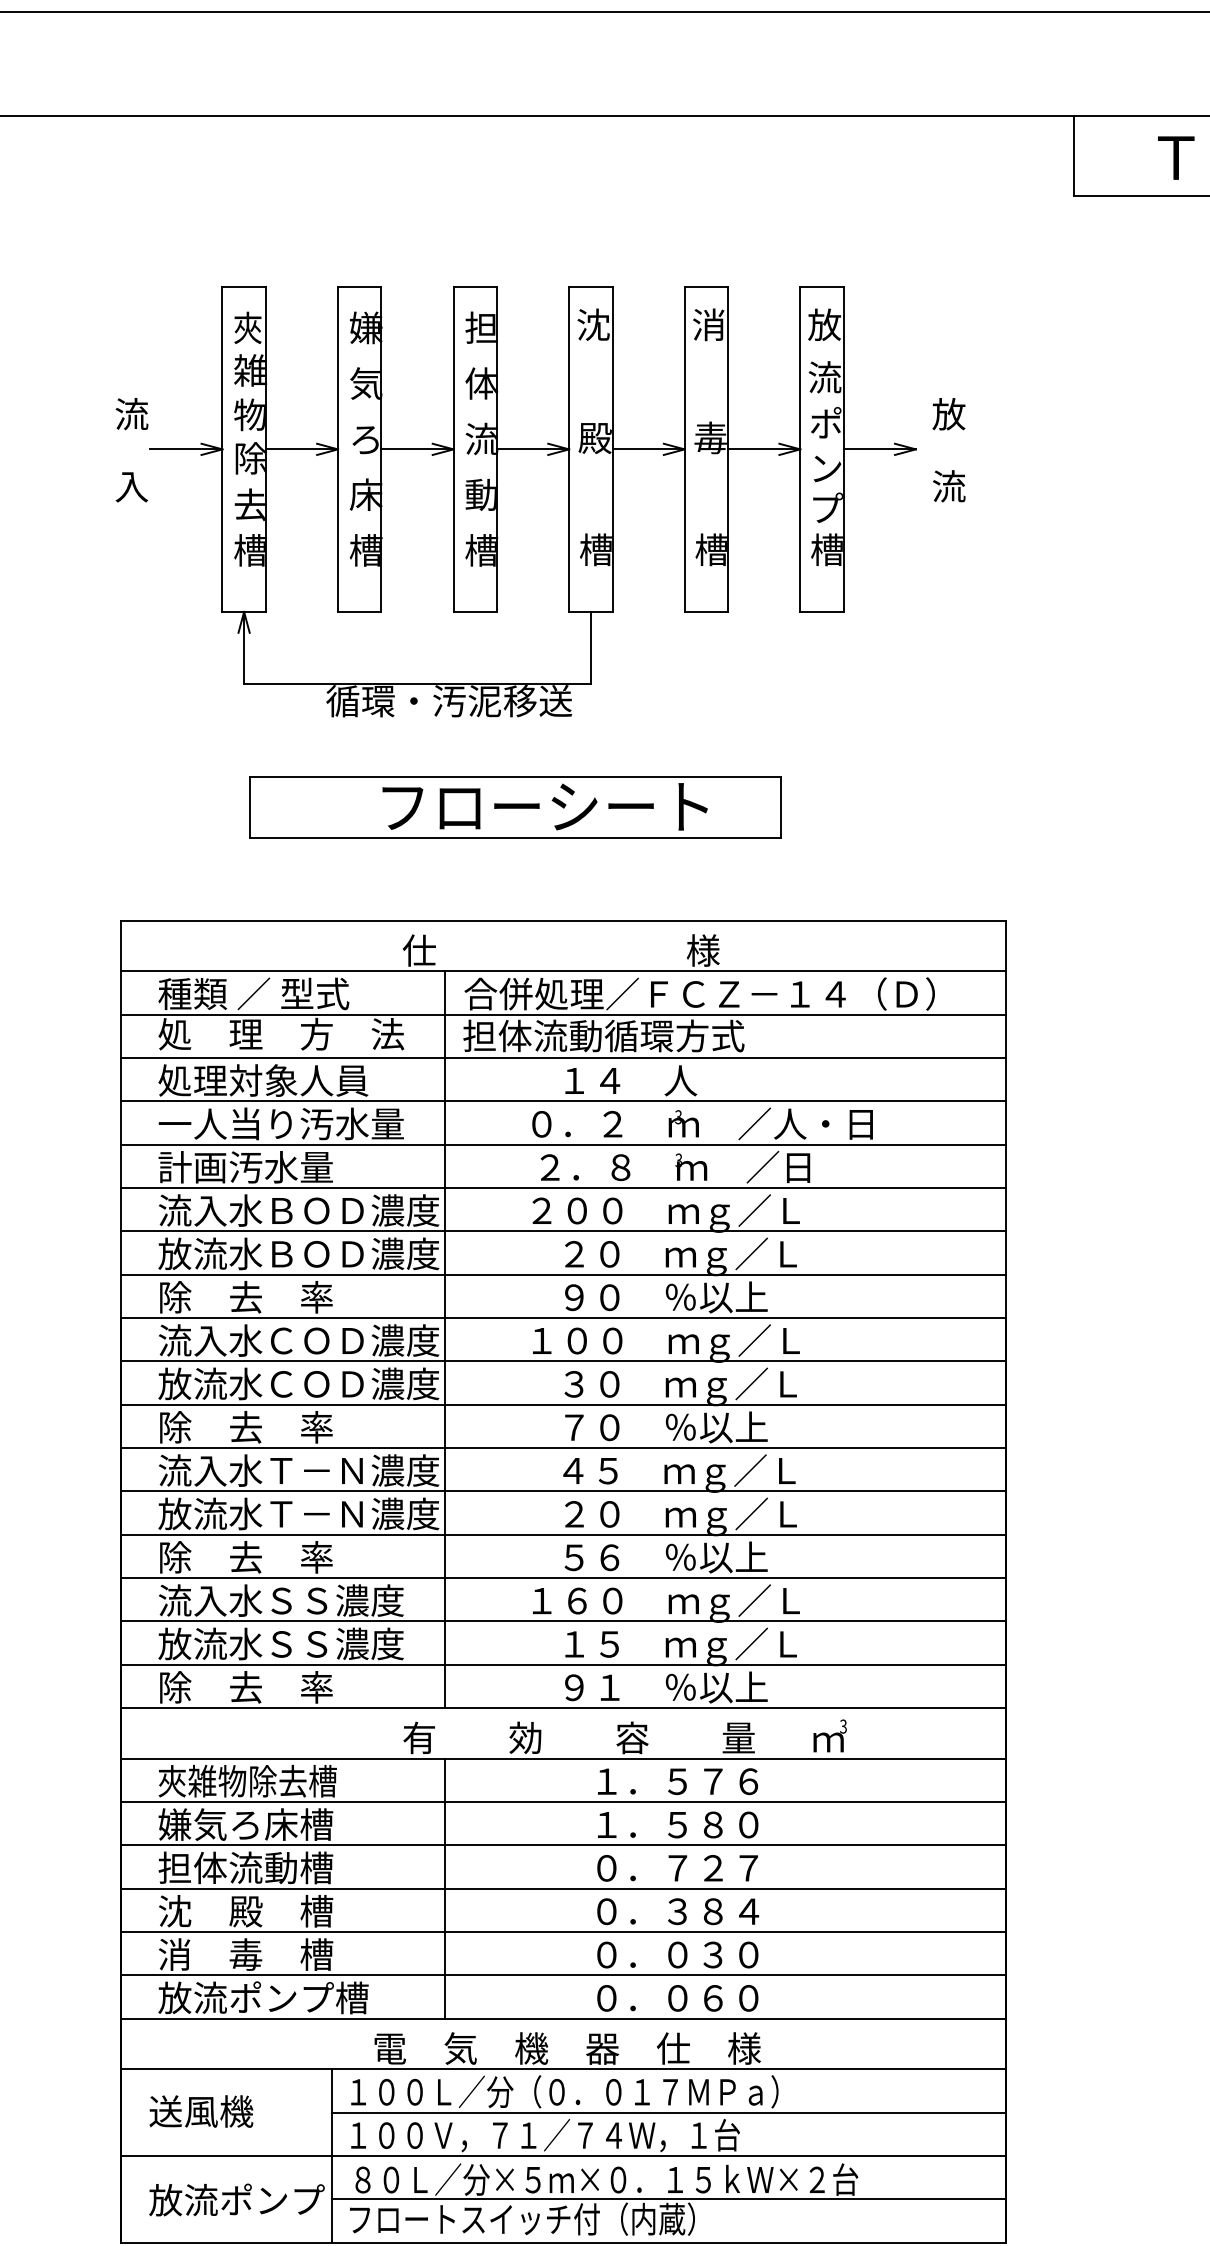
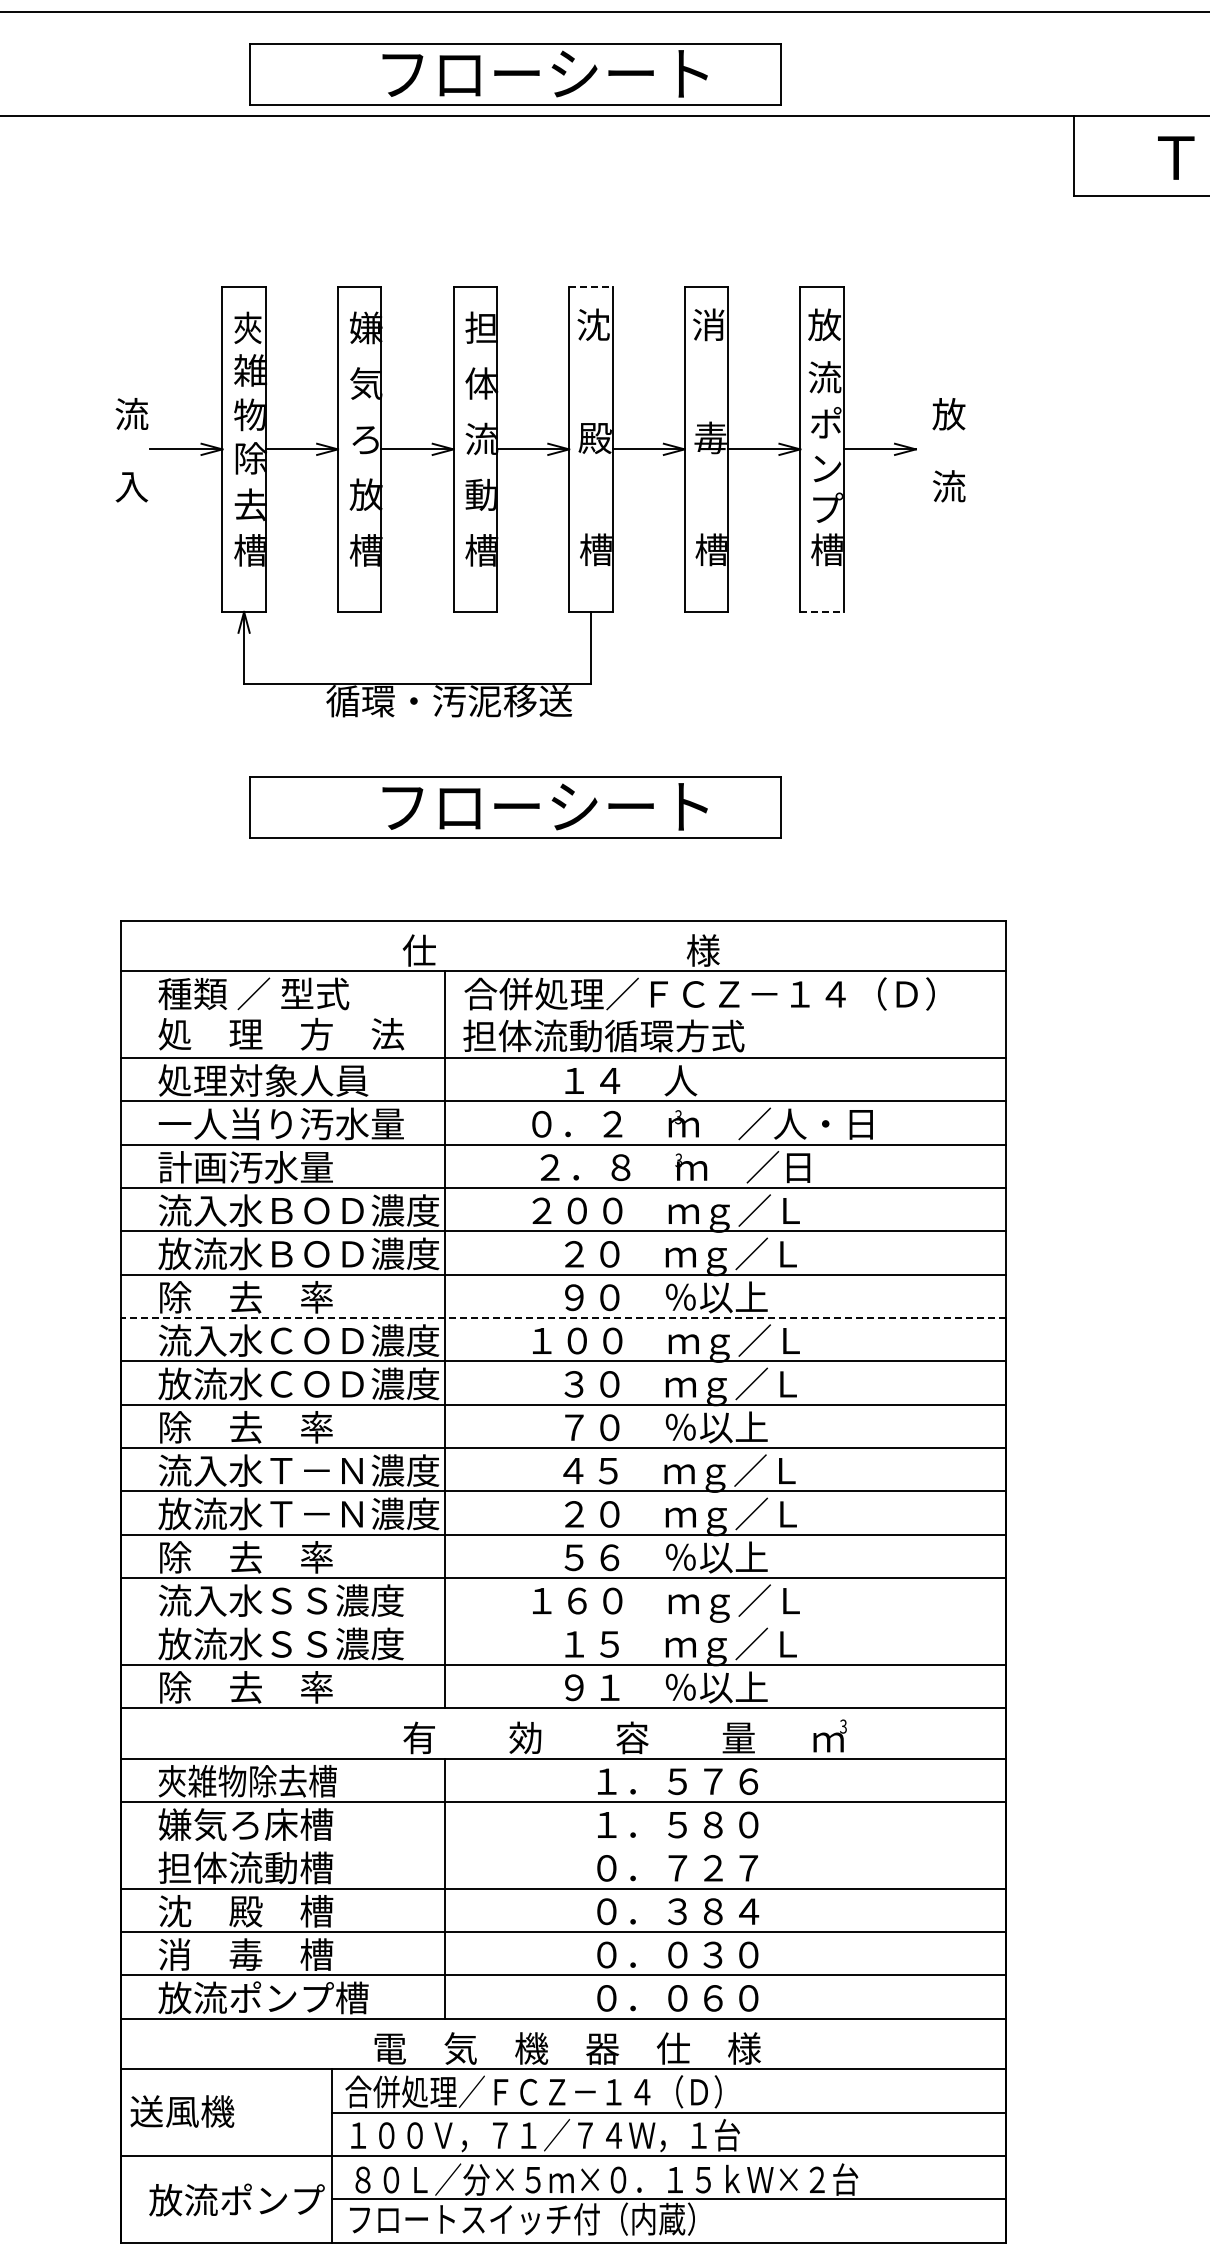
part at (515, 74): none -> present
line at (590, 286): solid -> dashed
text at (365, 494): 床 -> 放
line at (822, 611): solid -> dashed
line at (563, 1014): present -> none
line at (563, 1317): solid -> dashed
line at (563, 1621): present -> none
line at (563, 1845): present -> none
text at (561, 2091): １００Ｌ／分（０．０１７ＭＰａ） -> 合併処理／ＦＣＺ－１４（Ｄ）
text at (201, 2111) position: (201, 2111) -> (182, 2111)
